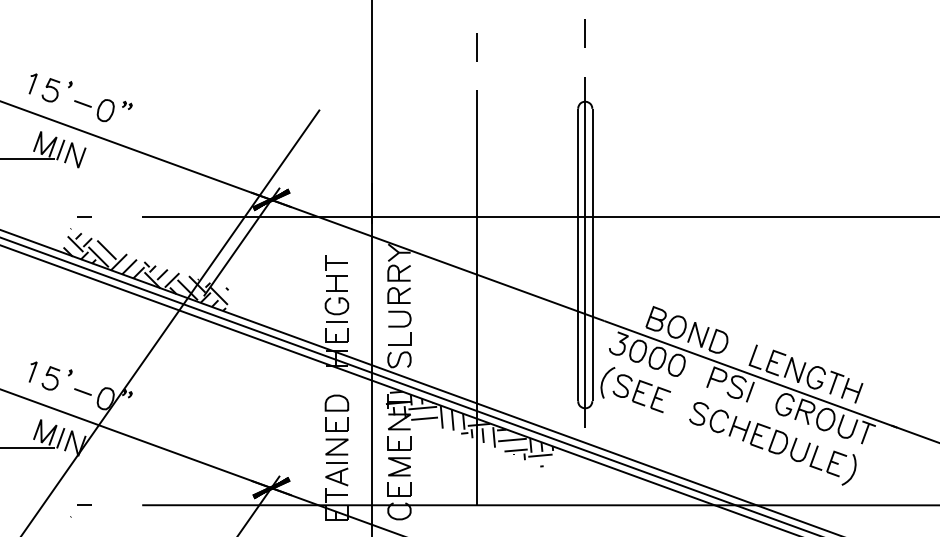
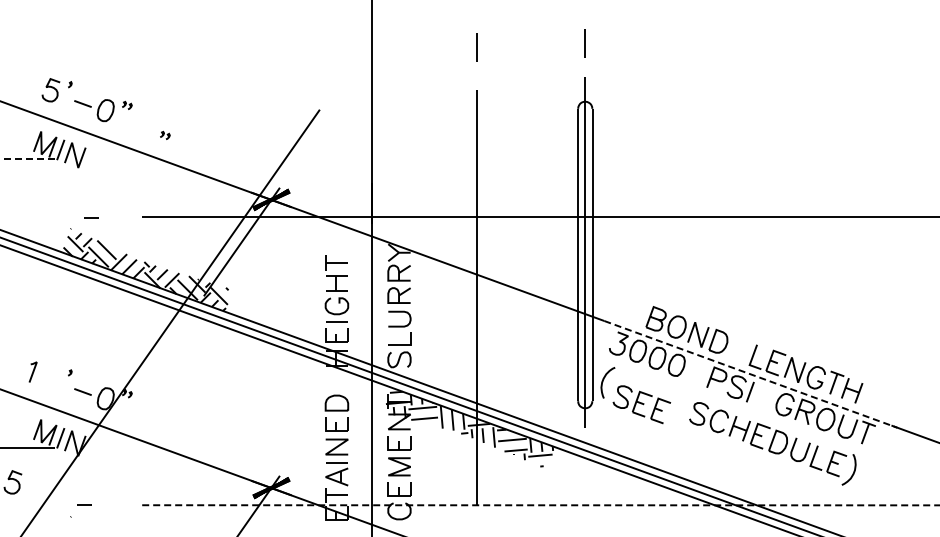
line at (584, 33) position: (584, 33) -> (584, 43)
line at (32, 83): present -> none
part at (165, 134): none -> present
line at (27, 159): solid -> dashed
line at (84, 216) position: (84, 216) -> (91, 217)
line at (750, 374): solid -> dashed
curve at (51, 376) position: (51, 376) -> (13, 480)
part at (641, 393) position: (641, 393) -> (641, 404)
line at (540, 505): solid -> dashed
